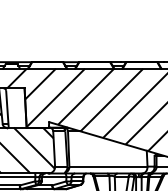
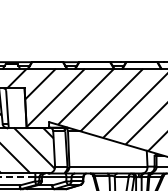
line at (17, 177): solid -> dashed
